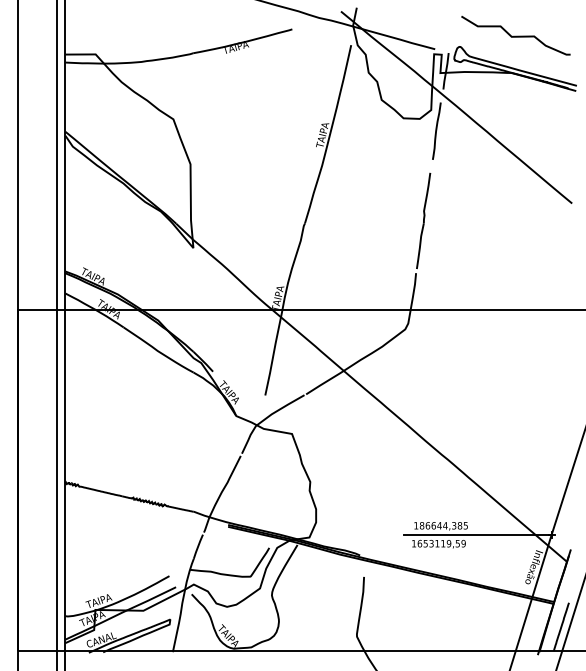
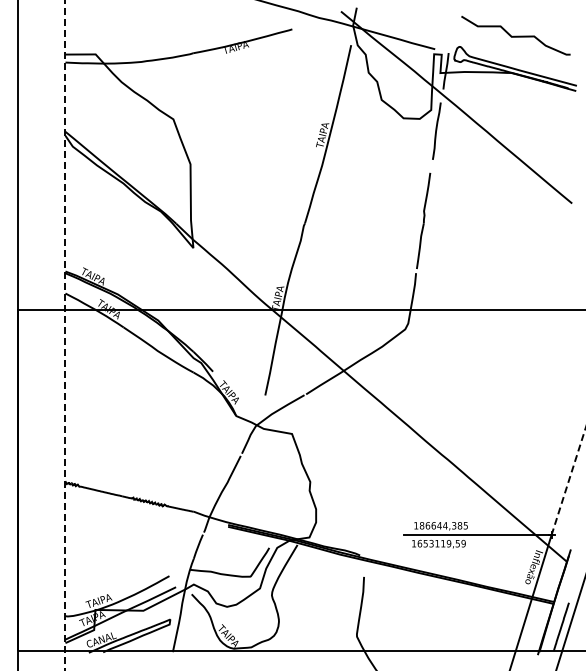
line at (56, 334): present -> none
line at (65, 335): solid -> dashed
line at (568, 480): solid -> dashed
